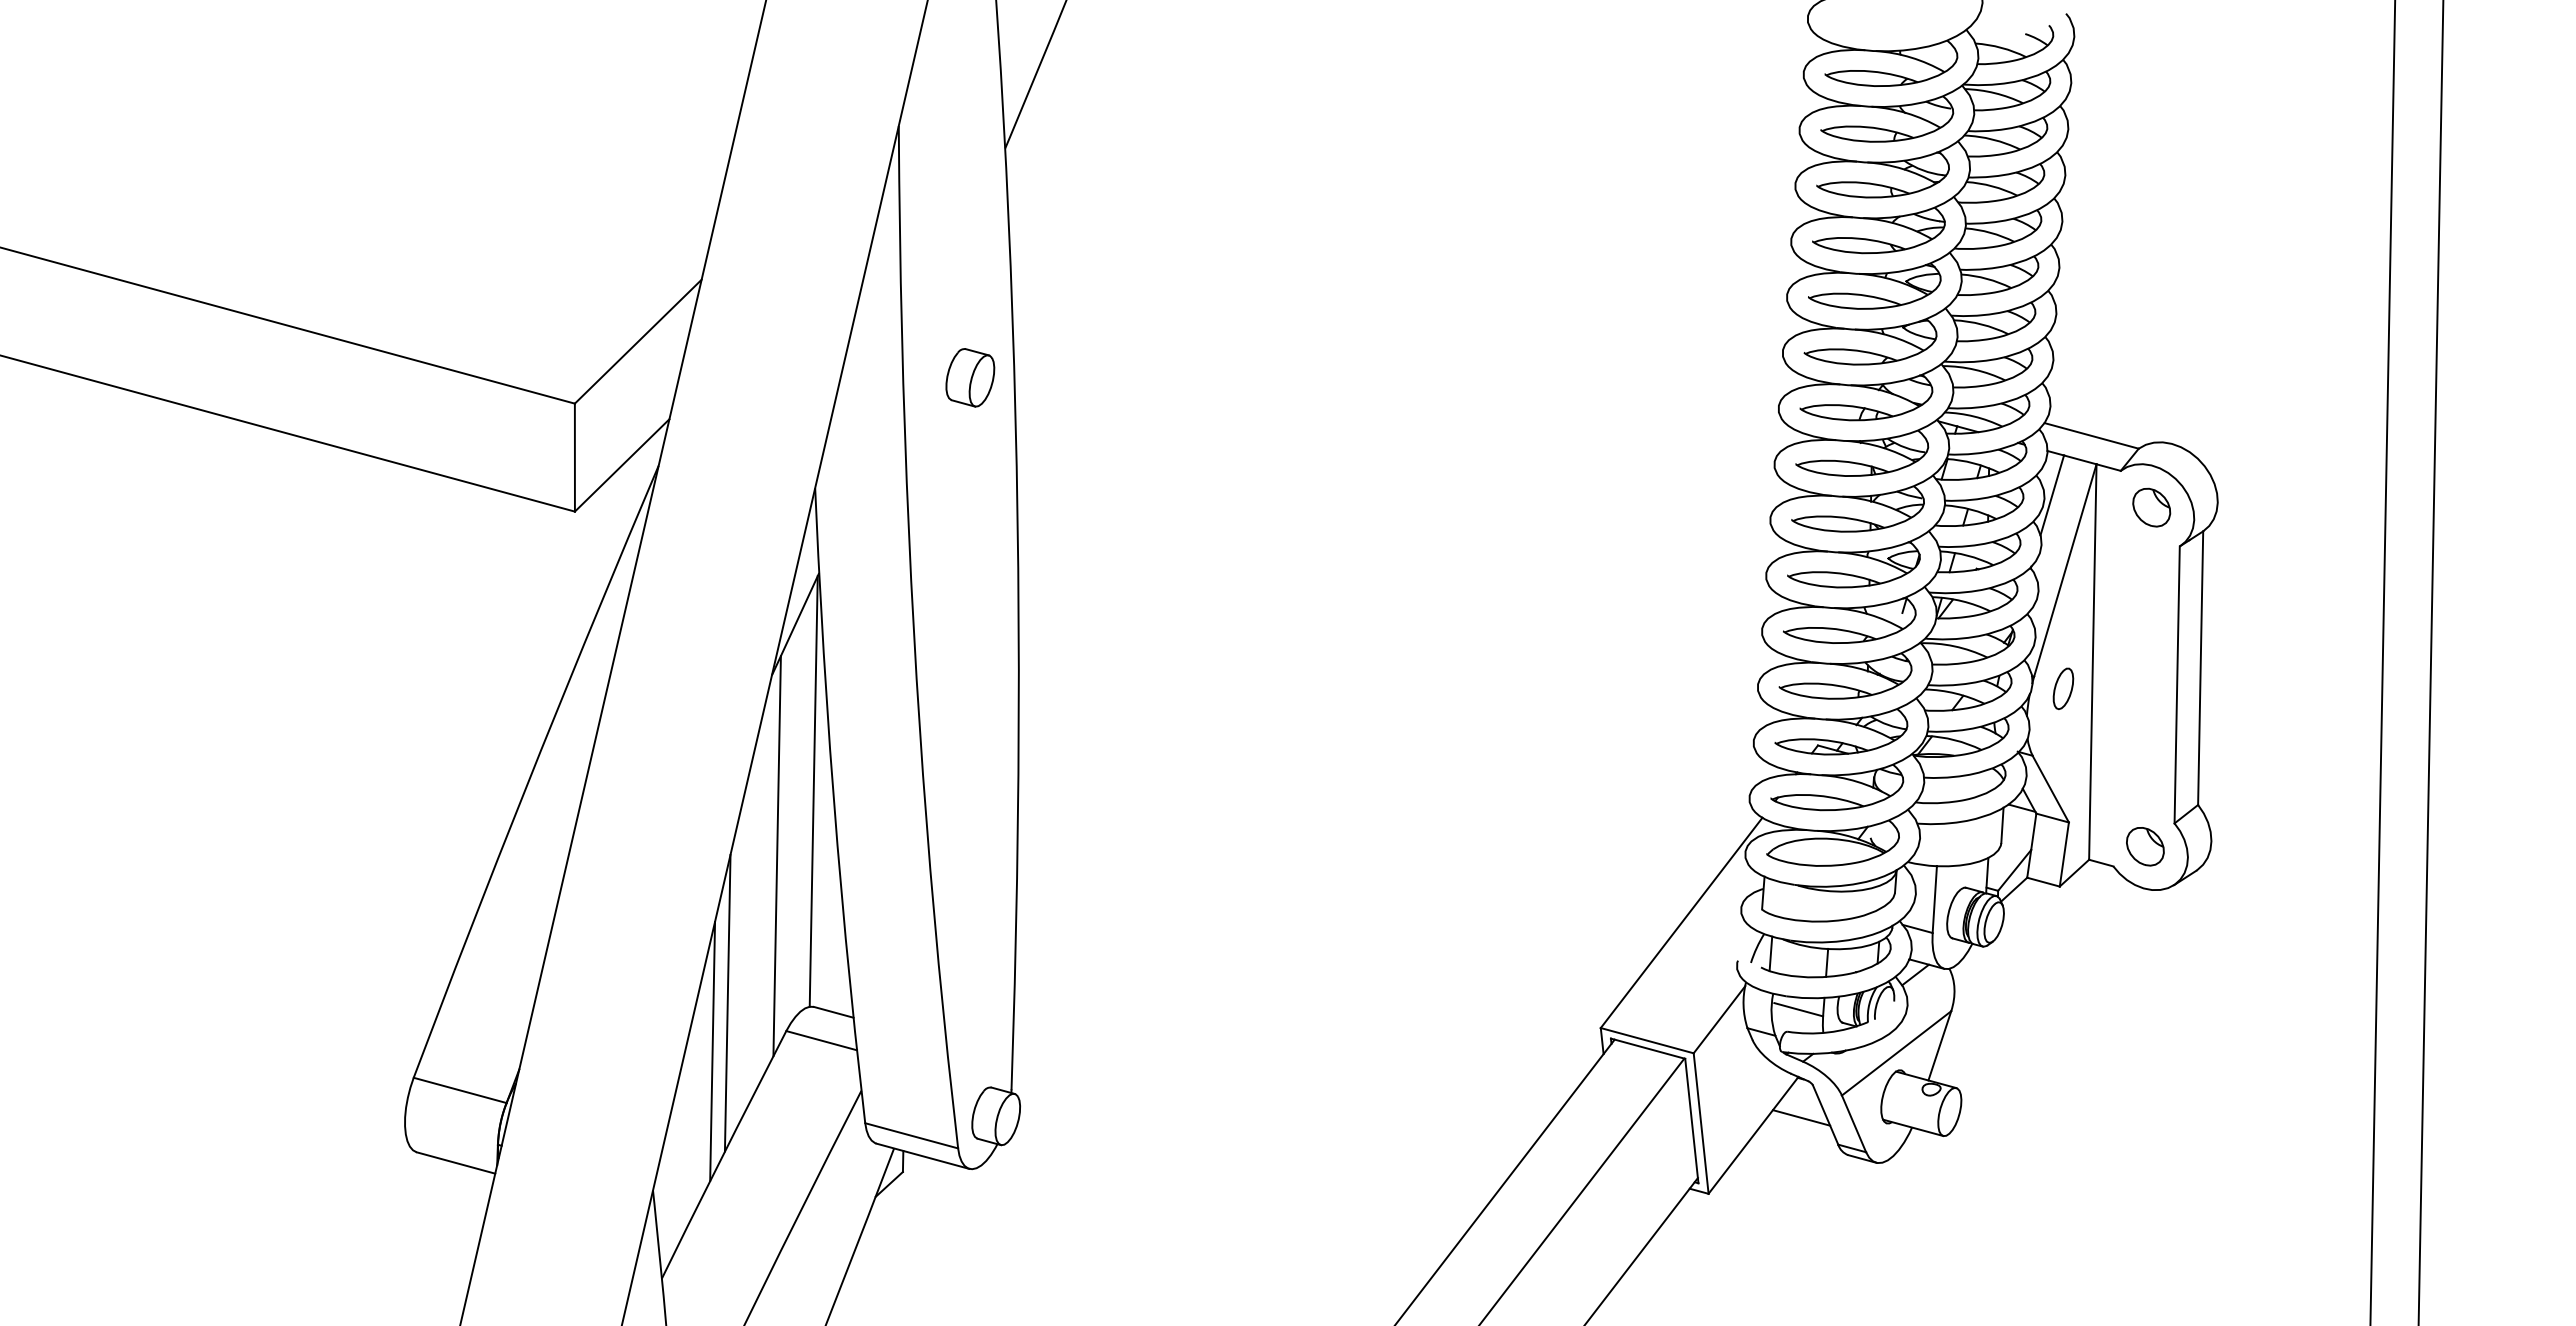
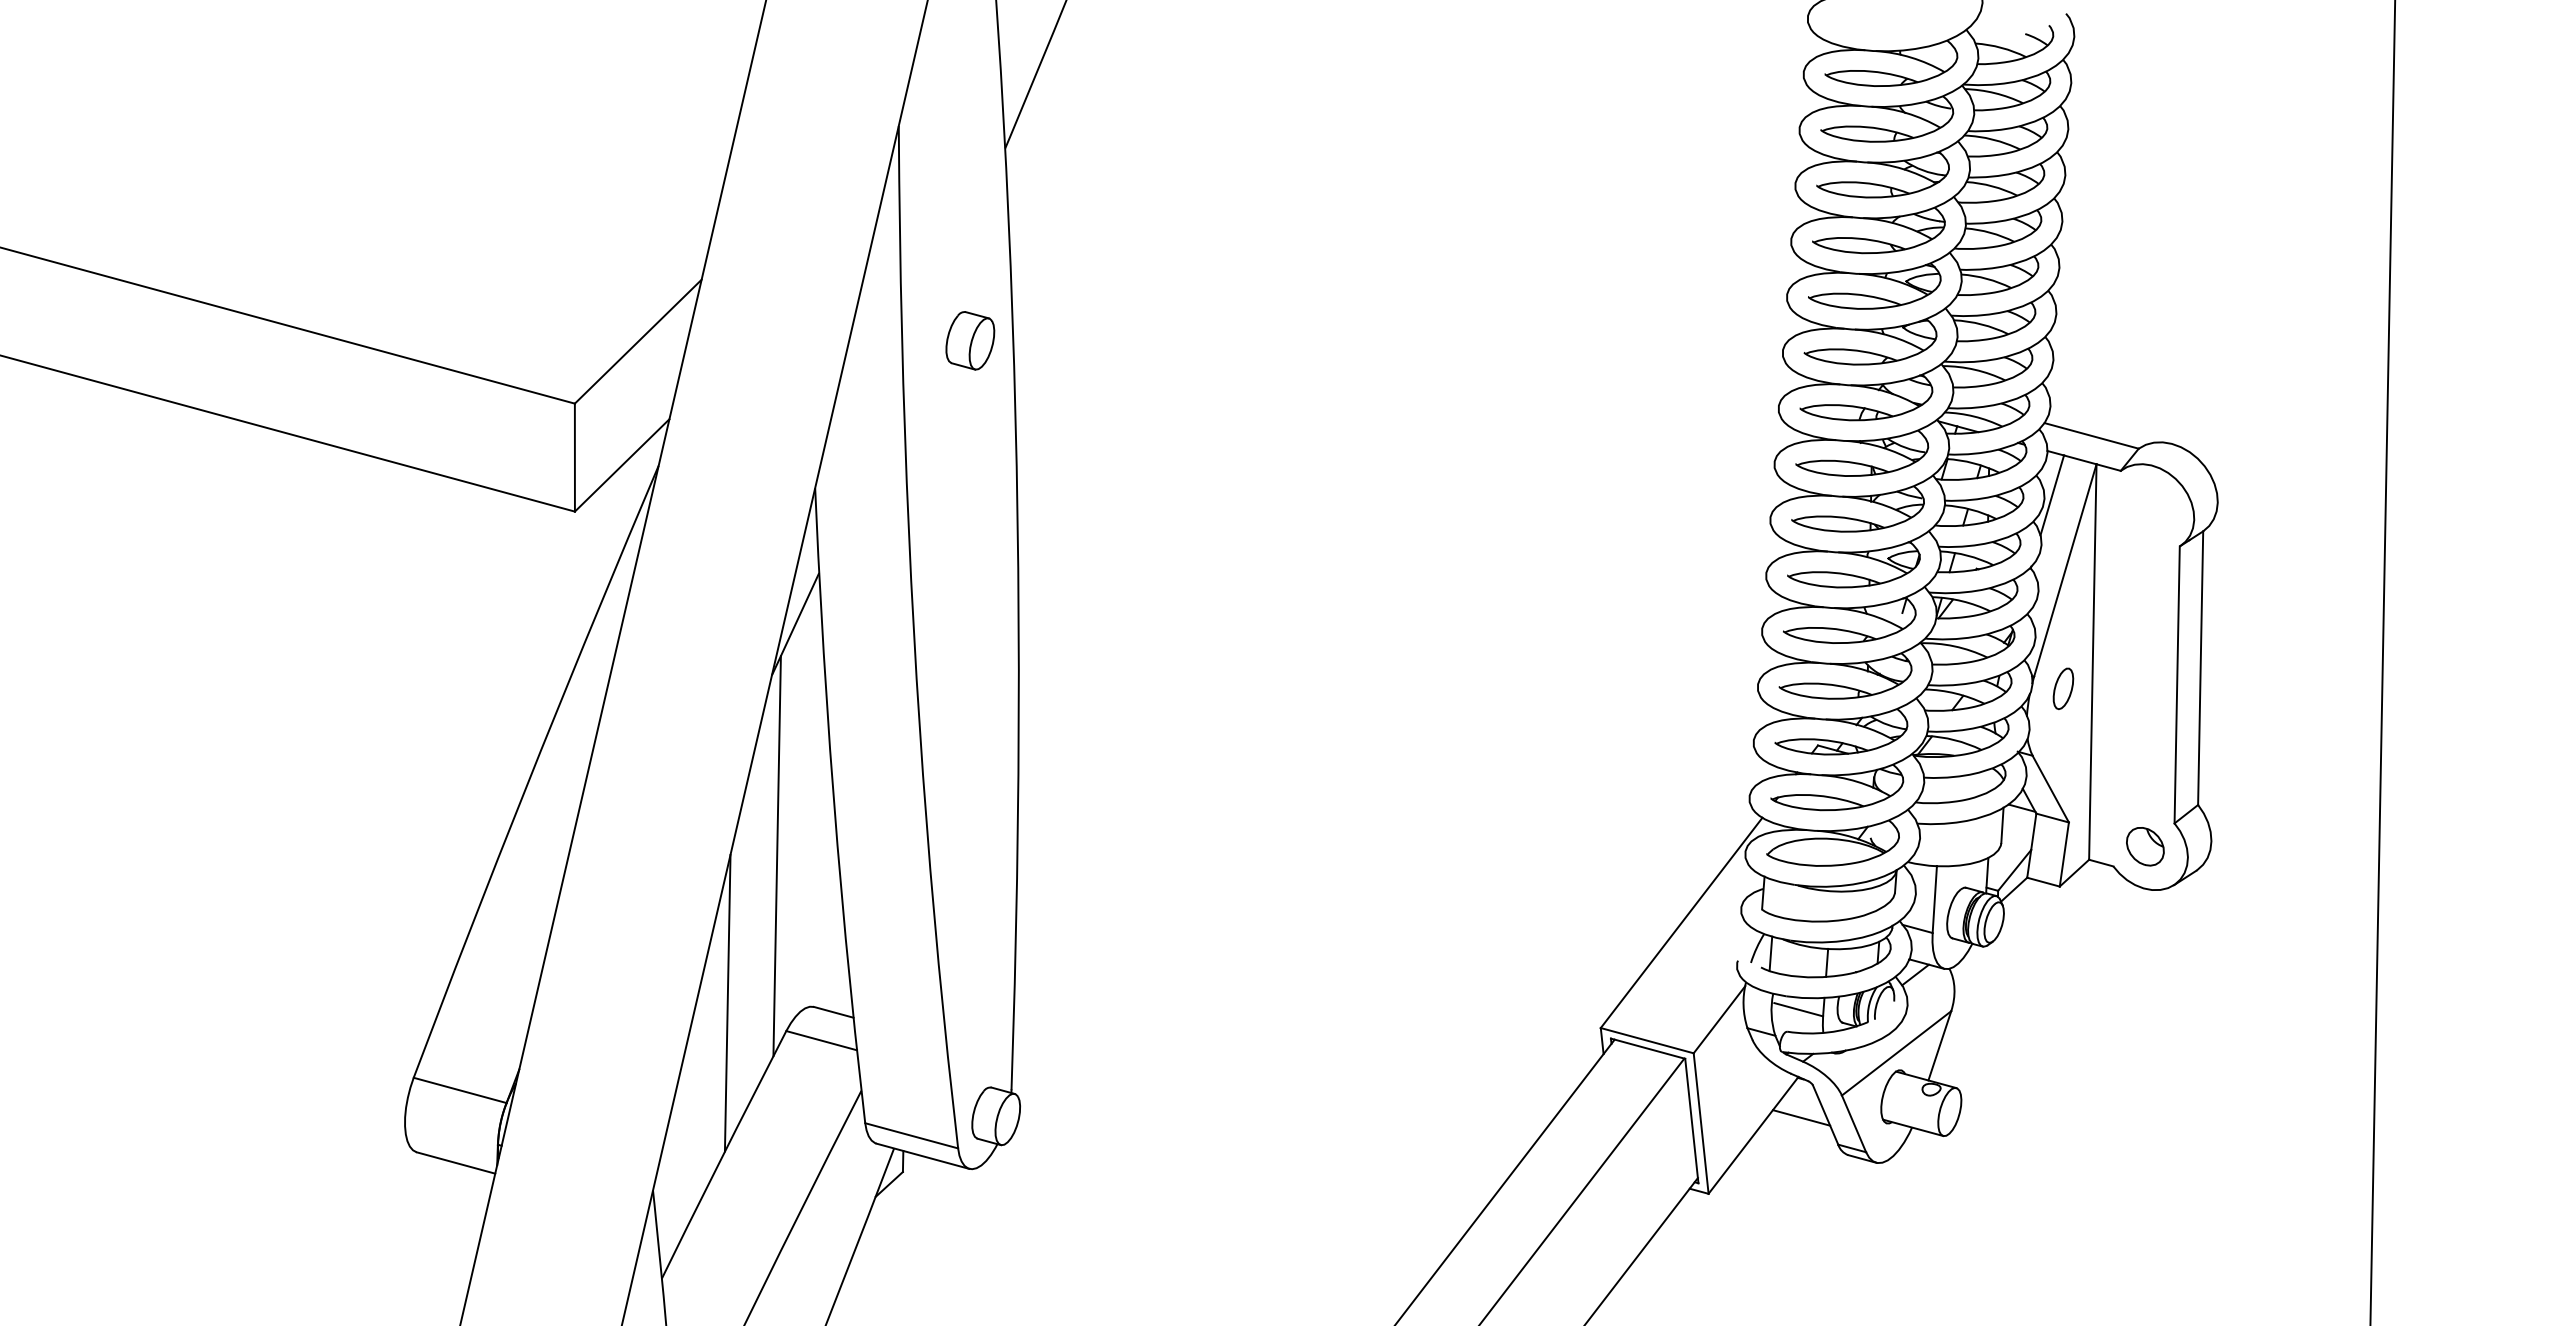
part at (970, 377) position: (970, 377) -> (970, 340)
part at (2151, 507): present -> none
line at (2430, 662): present -> none
line at (813, 791): present -> none
line at (712, 1051): present -> none
